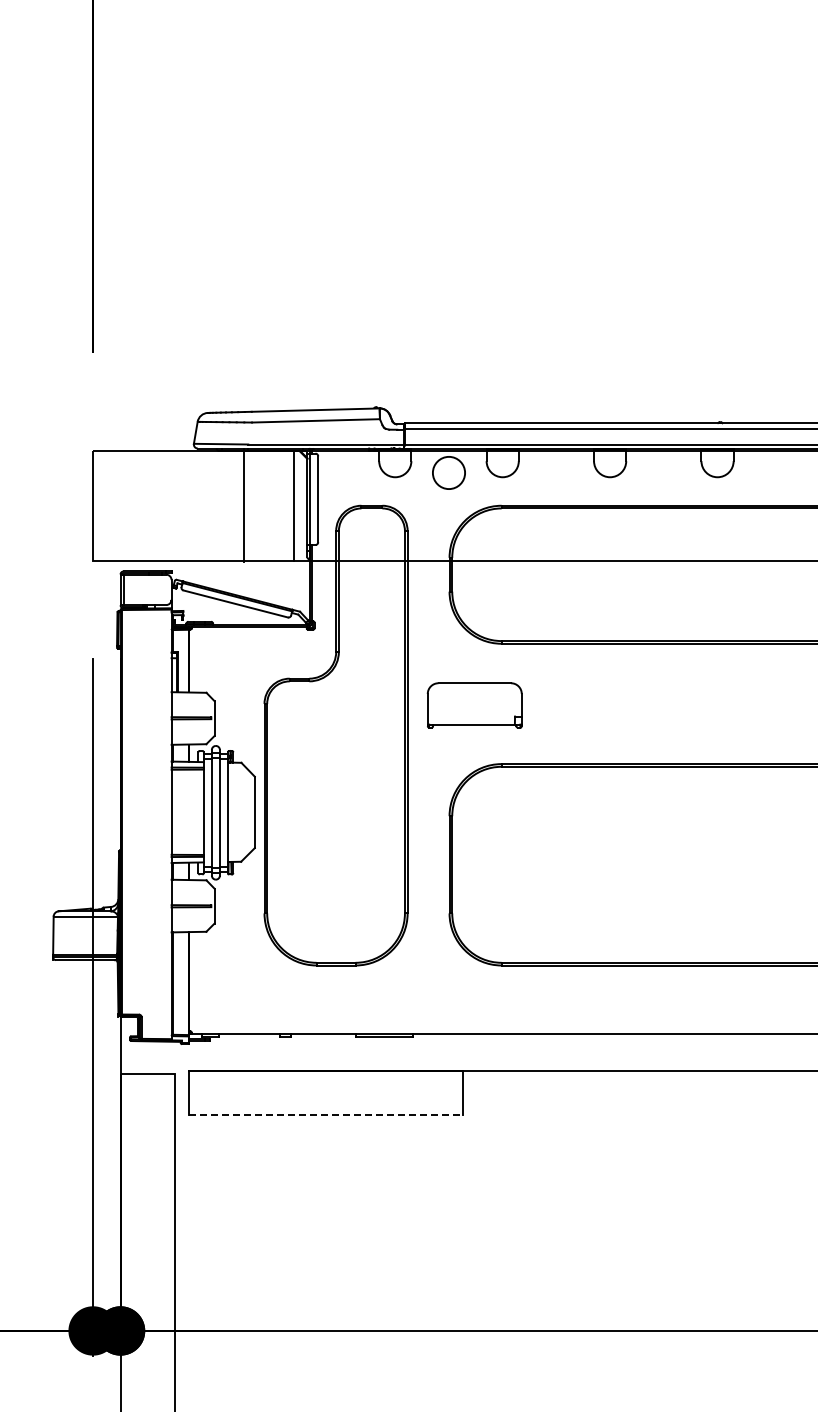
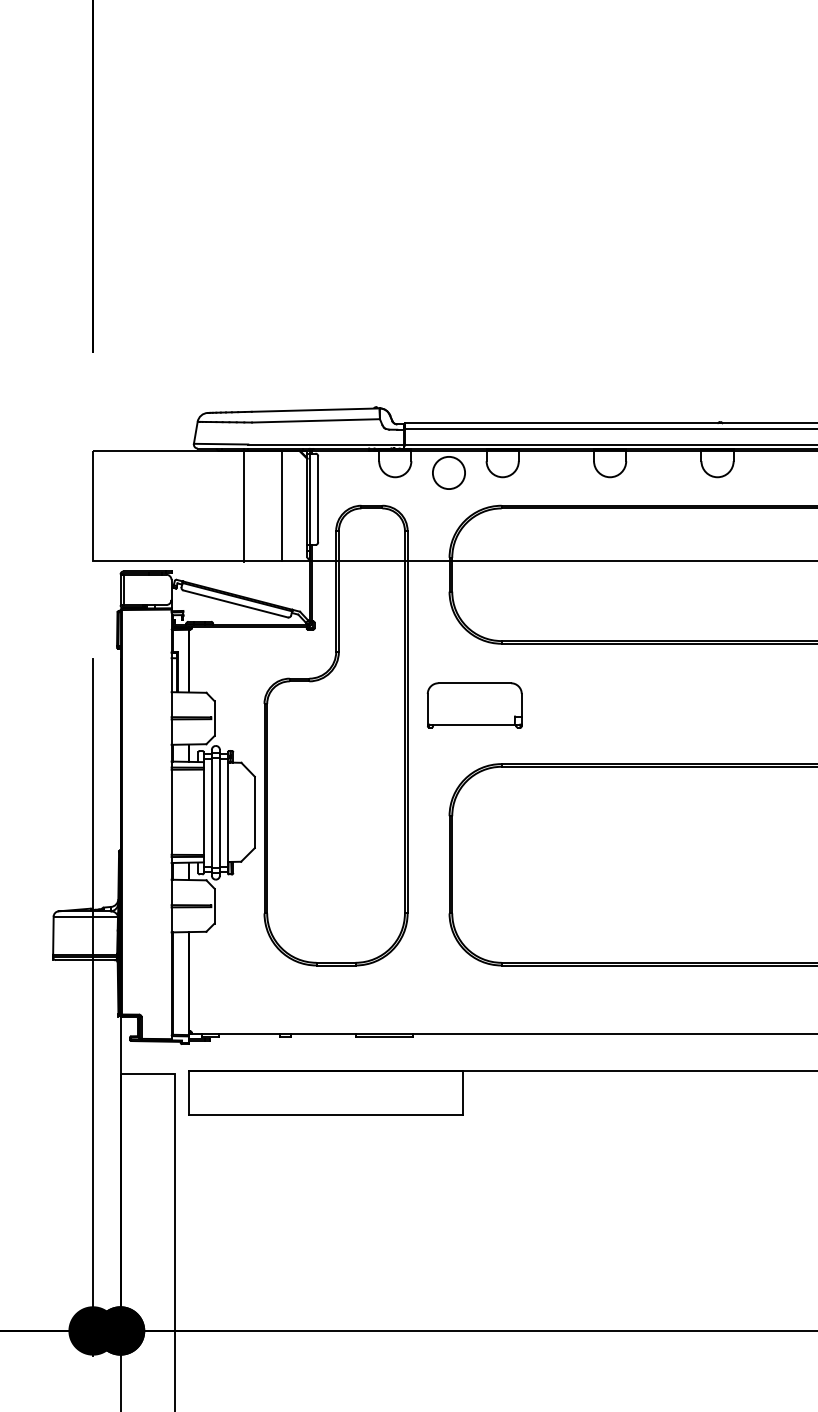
line at (294, 505) position: (294, 505) -> (282, 505)
line at (326, 1114): dashed -> solid
